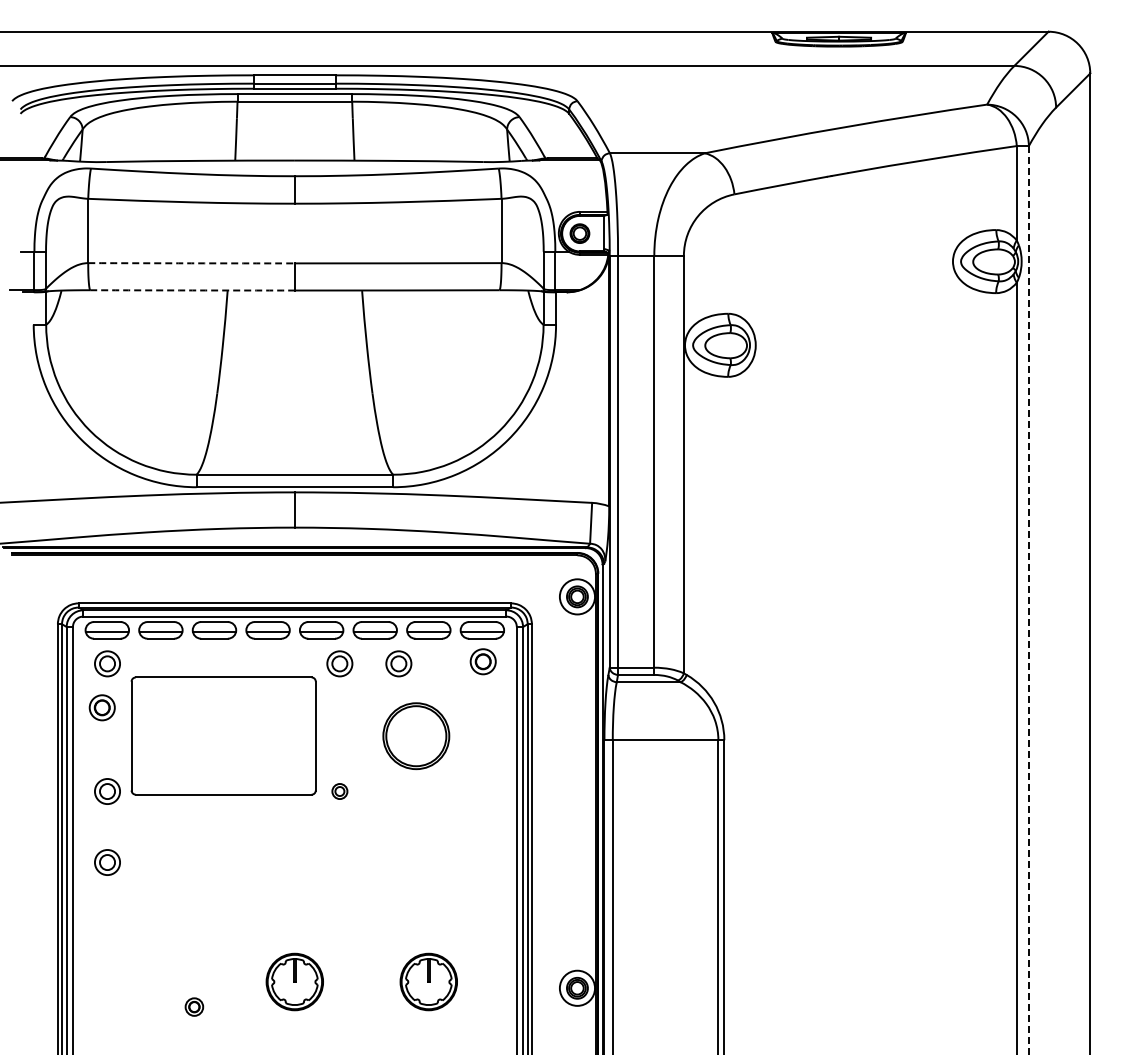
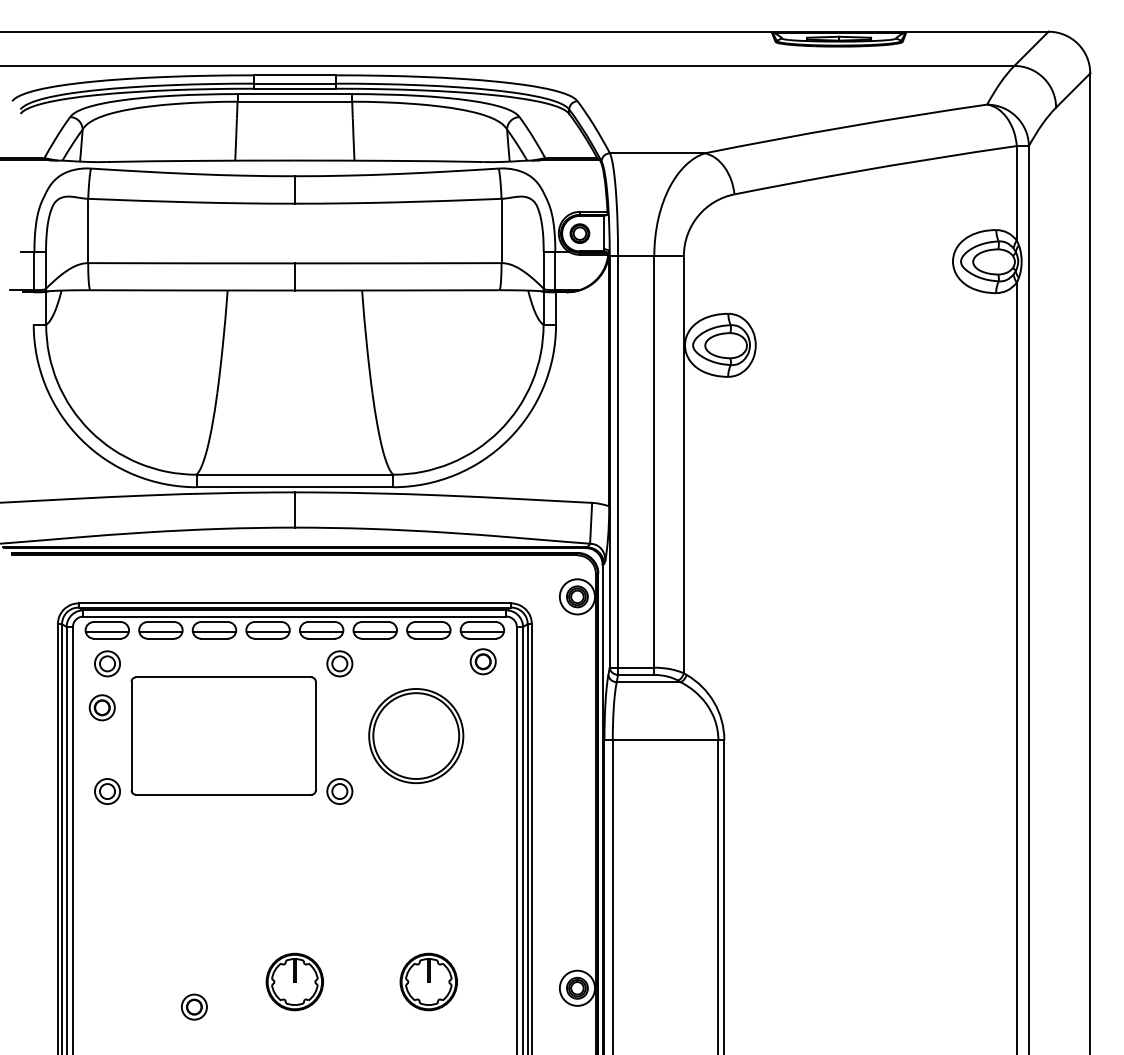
arc at (191, 263): dashed -> solid
arc at (192, 290): dashed -> solid
line at (1028, 600): dashed -> solid
part at (398, 663): present -> none
part at (416, 736) size: 69x69 px -> 97x97 px
part at (339, 791) size: 18x17 px -> 28x27 px
part at (107, 862): present -> none
part at (194, 1006) size: 21x20 px -> 27x28 px
